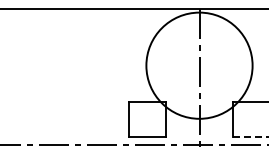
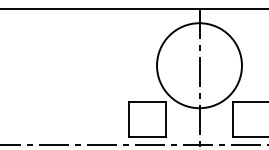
circle at (199, 65) diameter: 106 px -> 85 px
line at (251, 136): dashed -> solid
